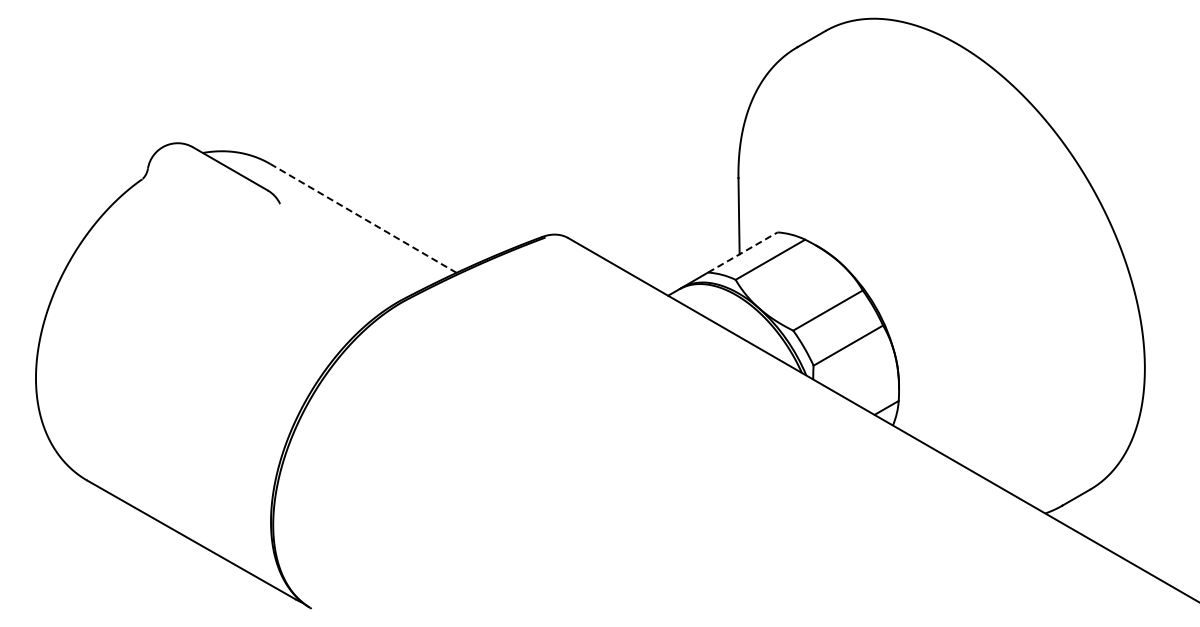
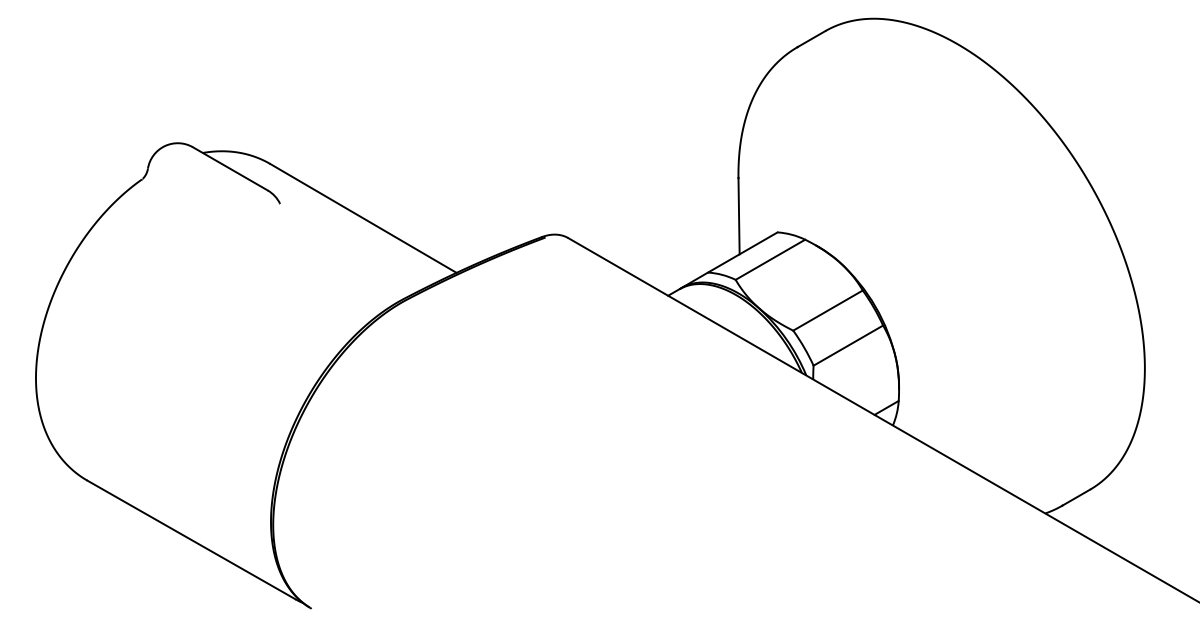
line at (363, 218): dashed -> solid
line at (743, 252): dashed -> solid
